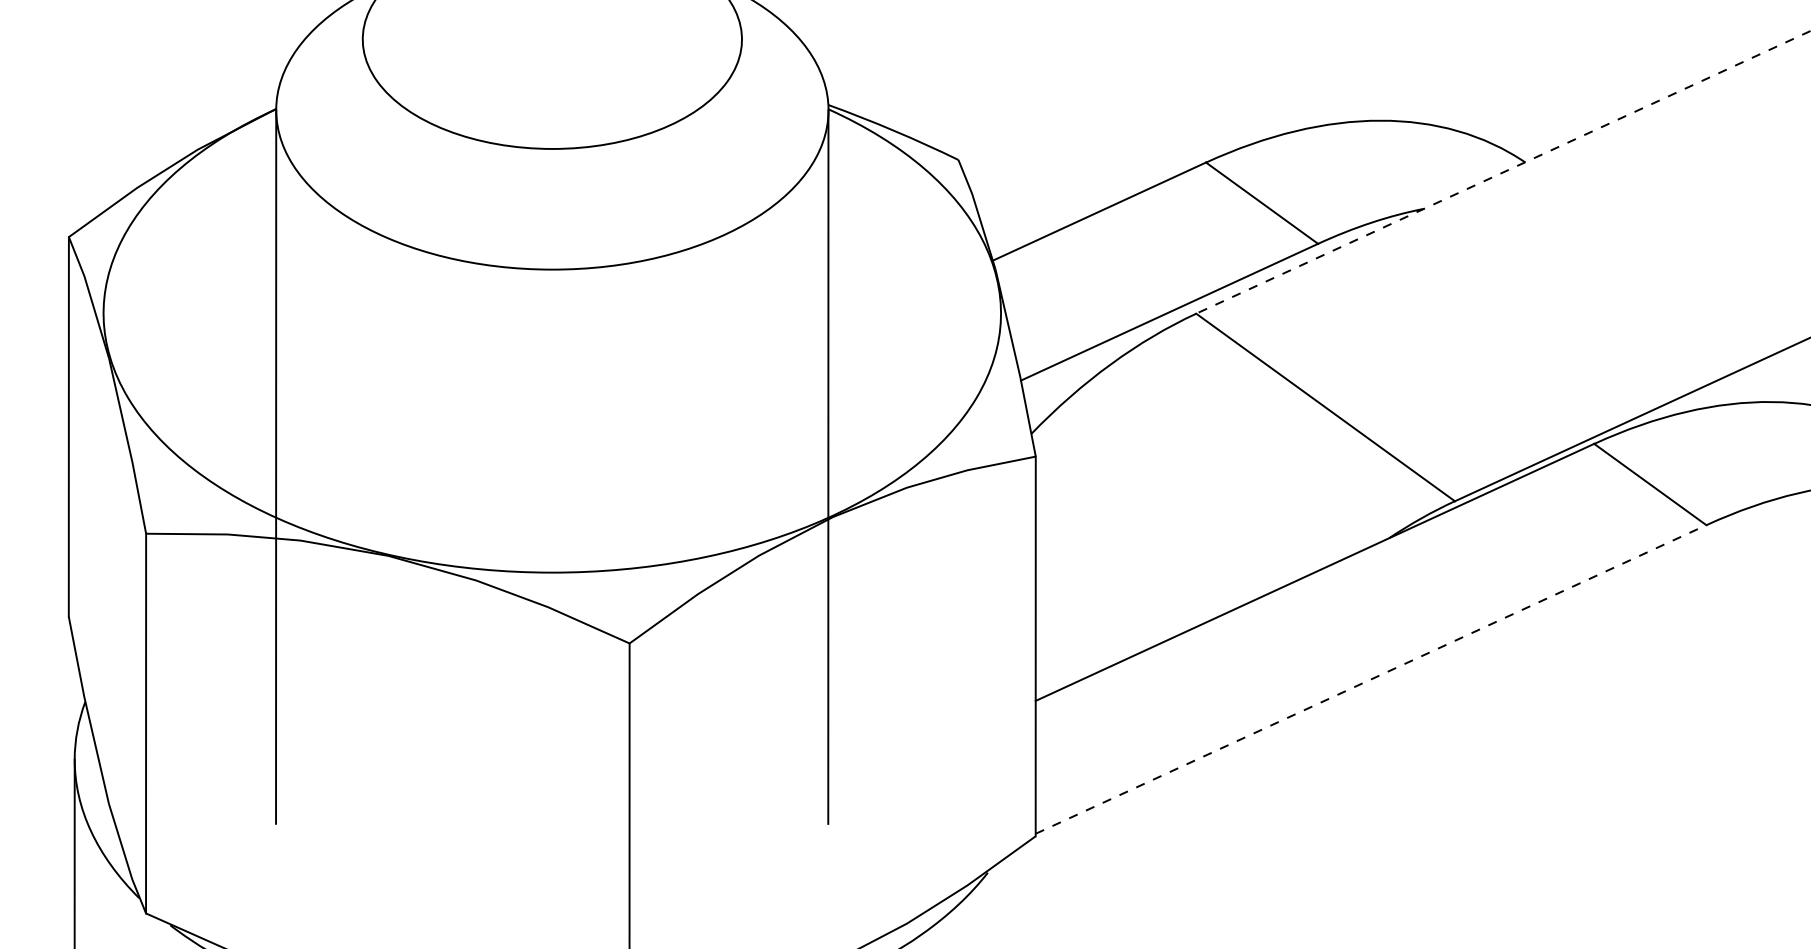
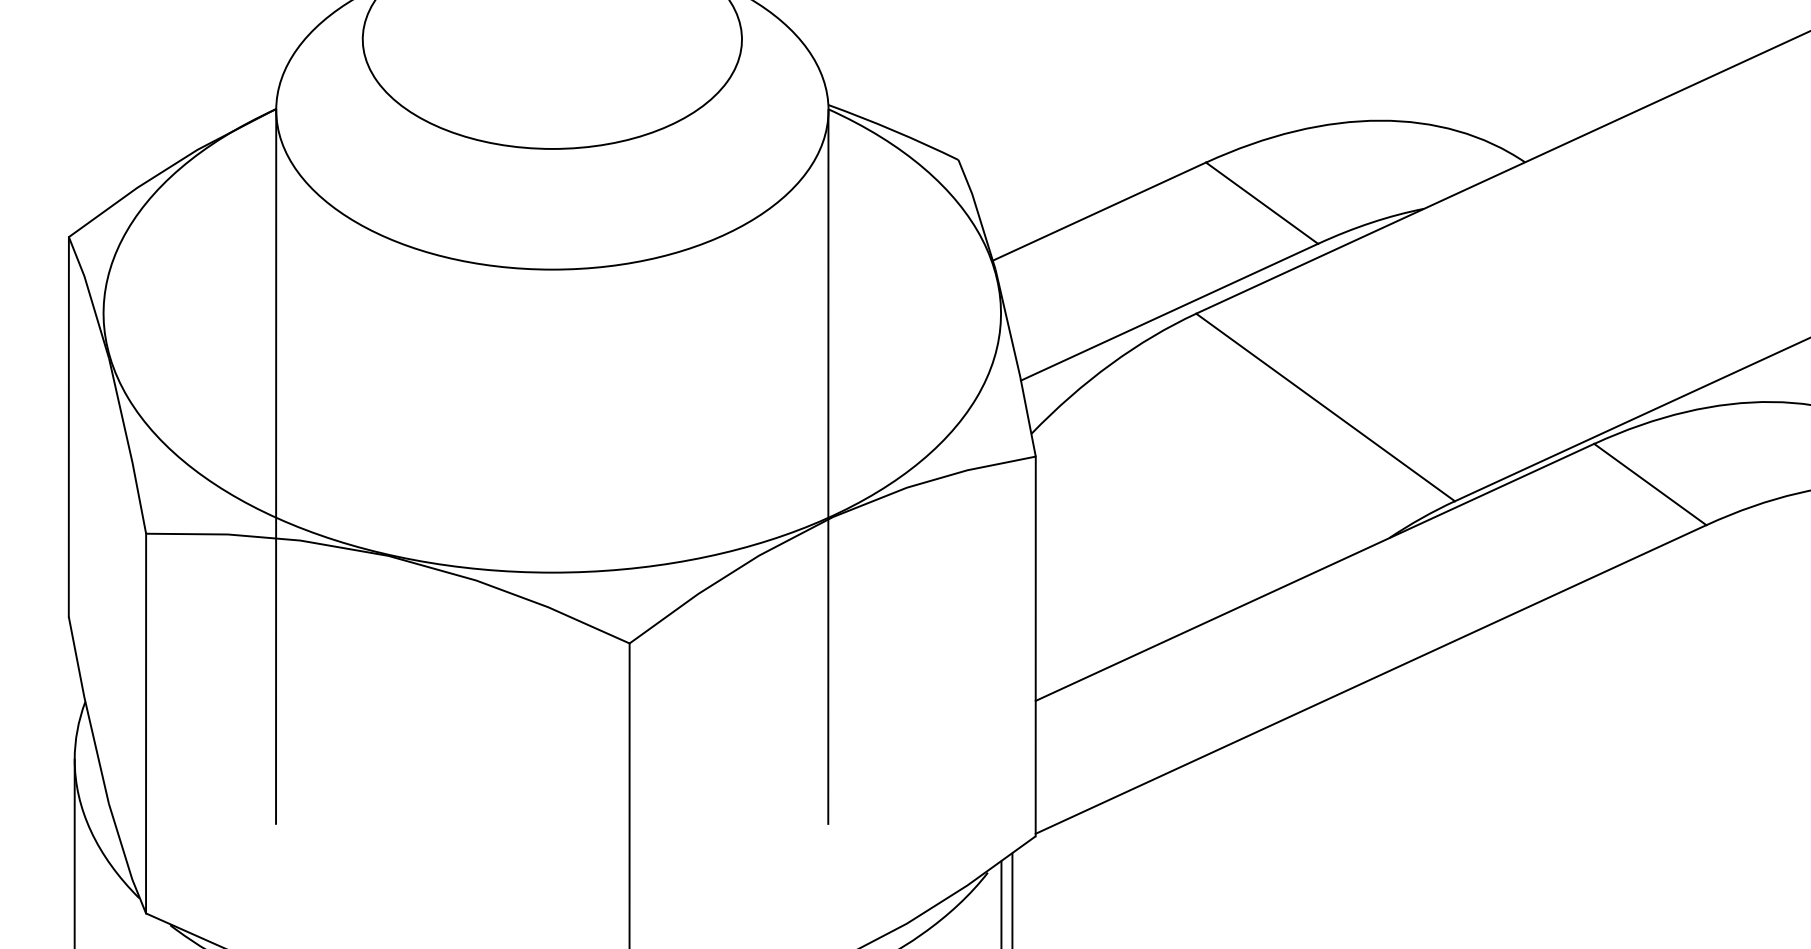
line at (1503, 172): dashed -> solid
line at (1371, 679): dashed -> solid
line at (1012, 899): none -> present
line at (1001, 903): none -> present
